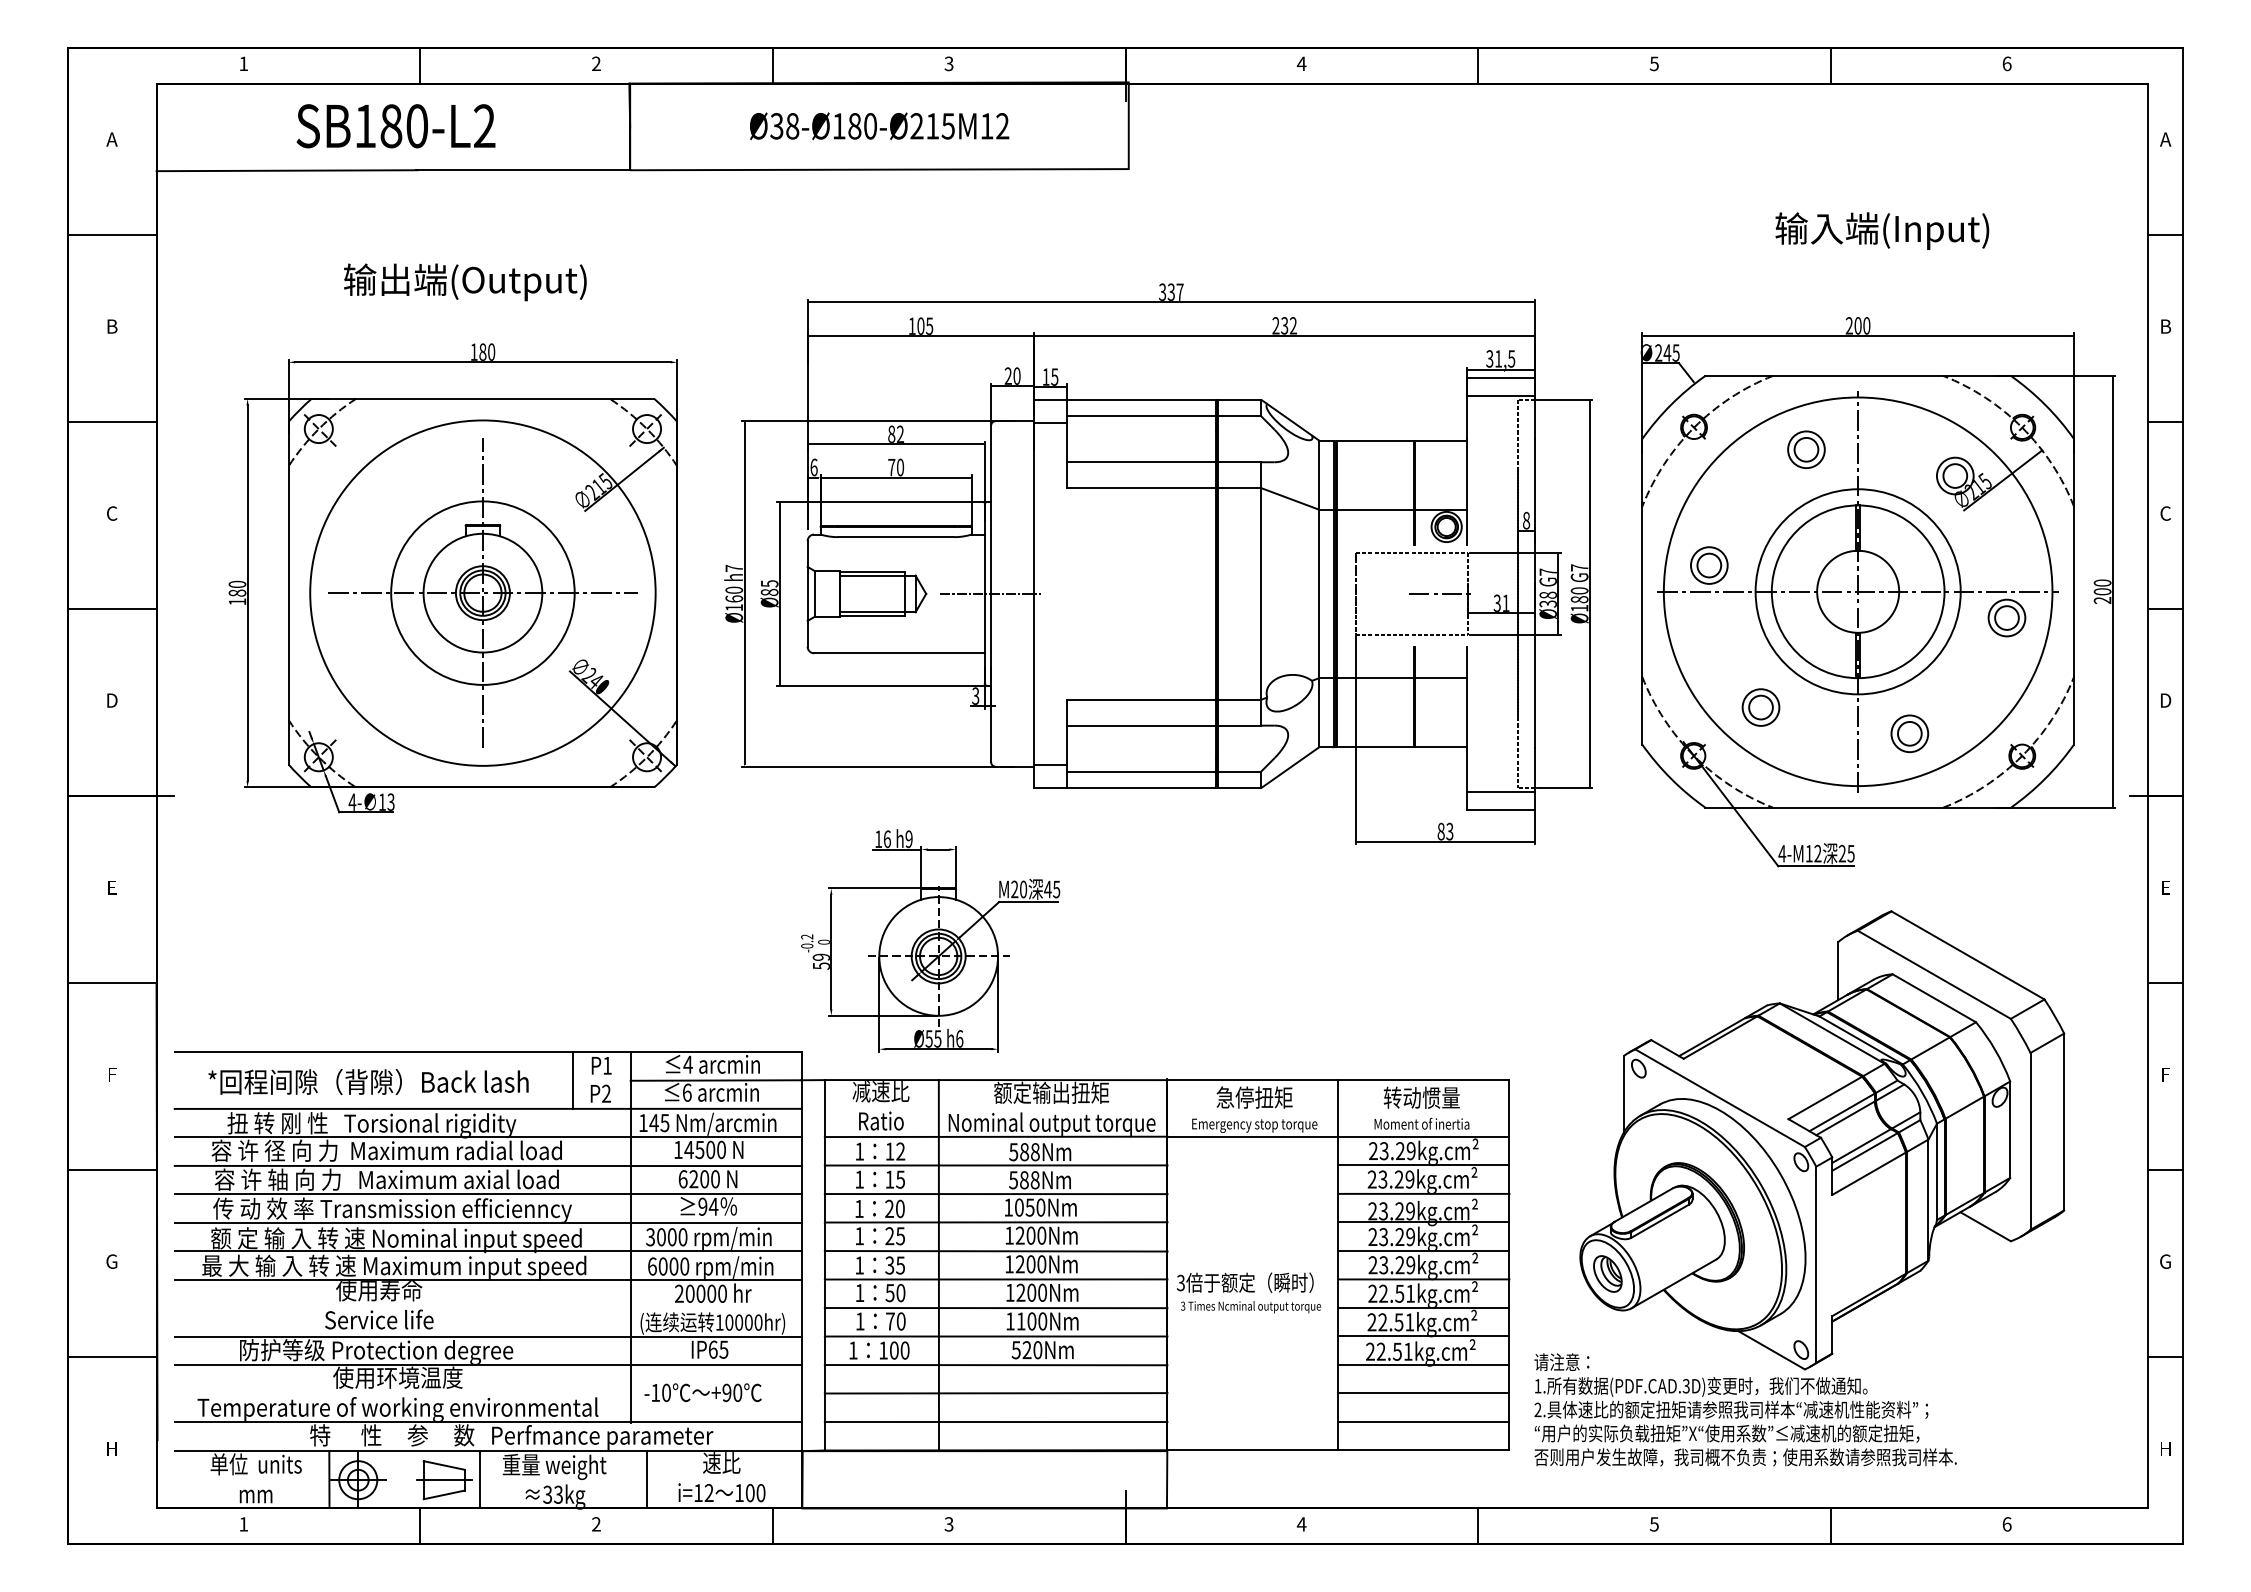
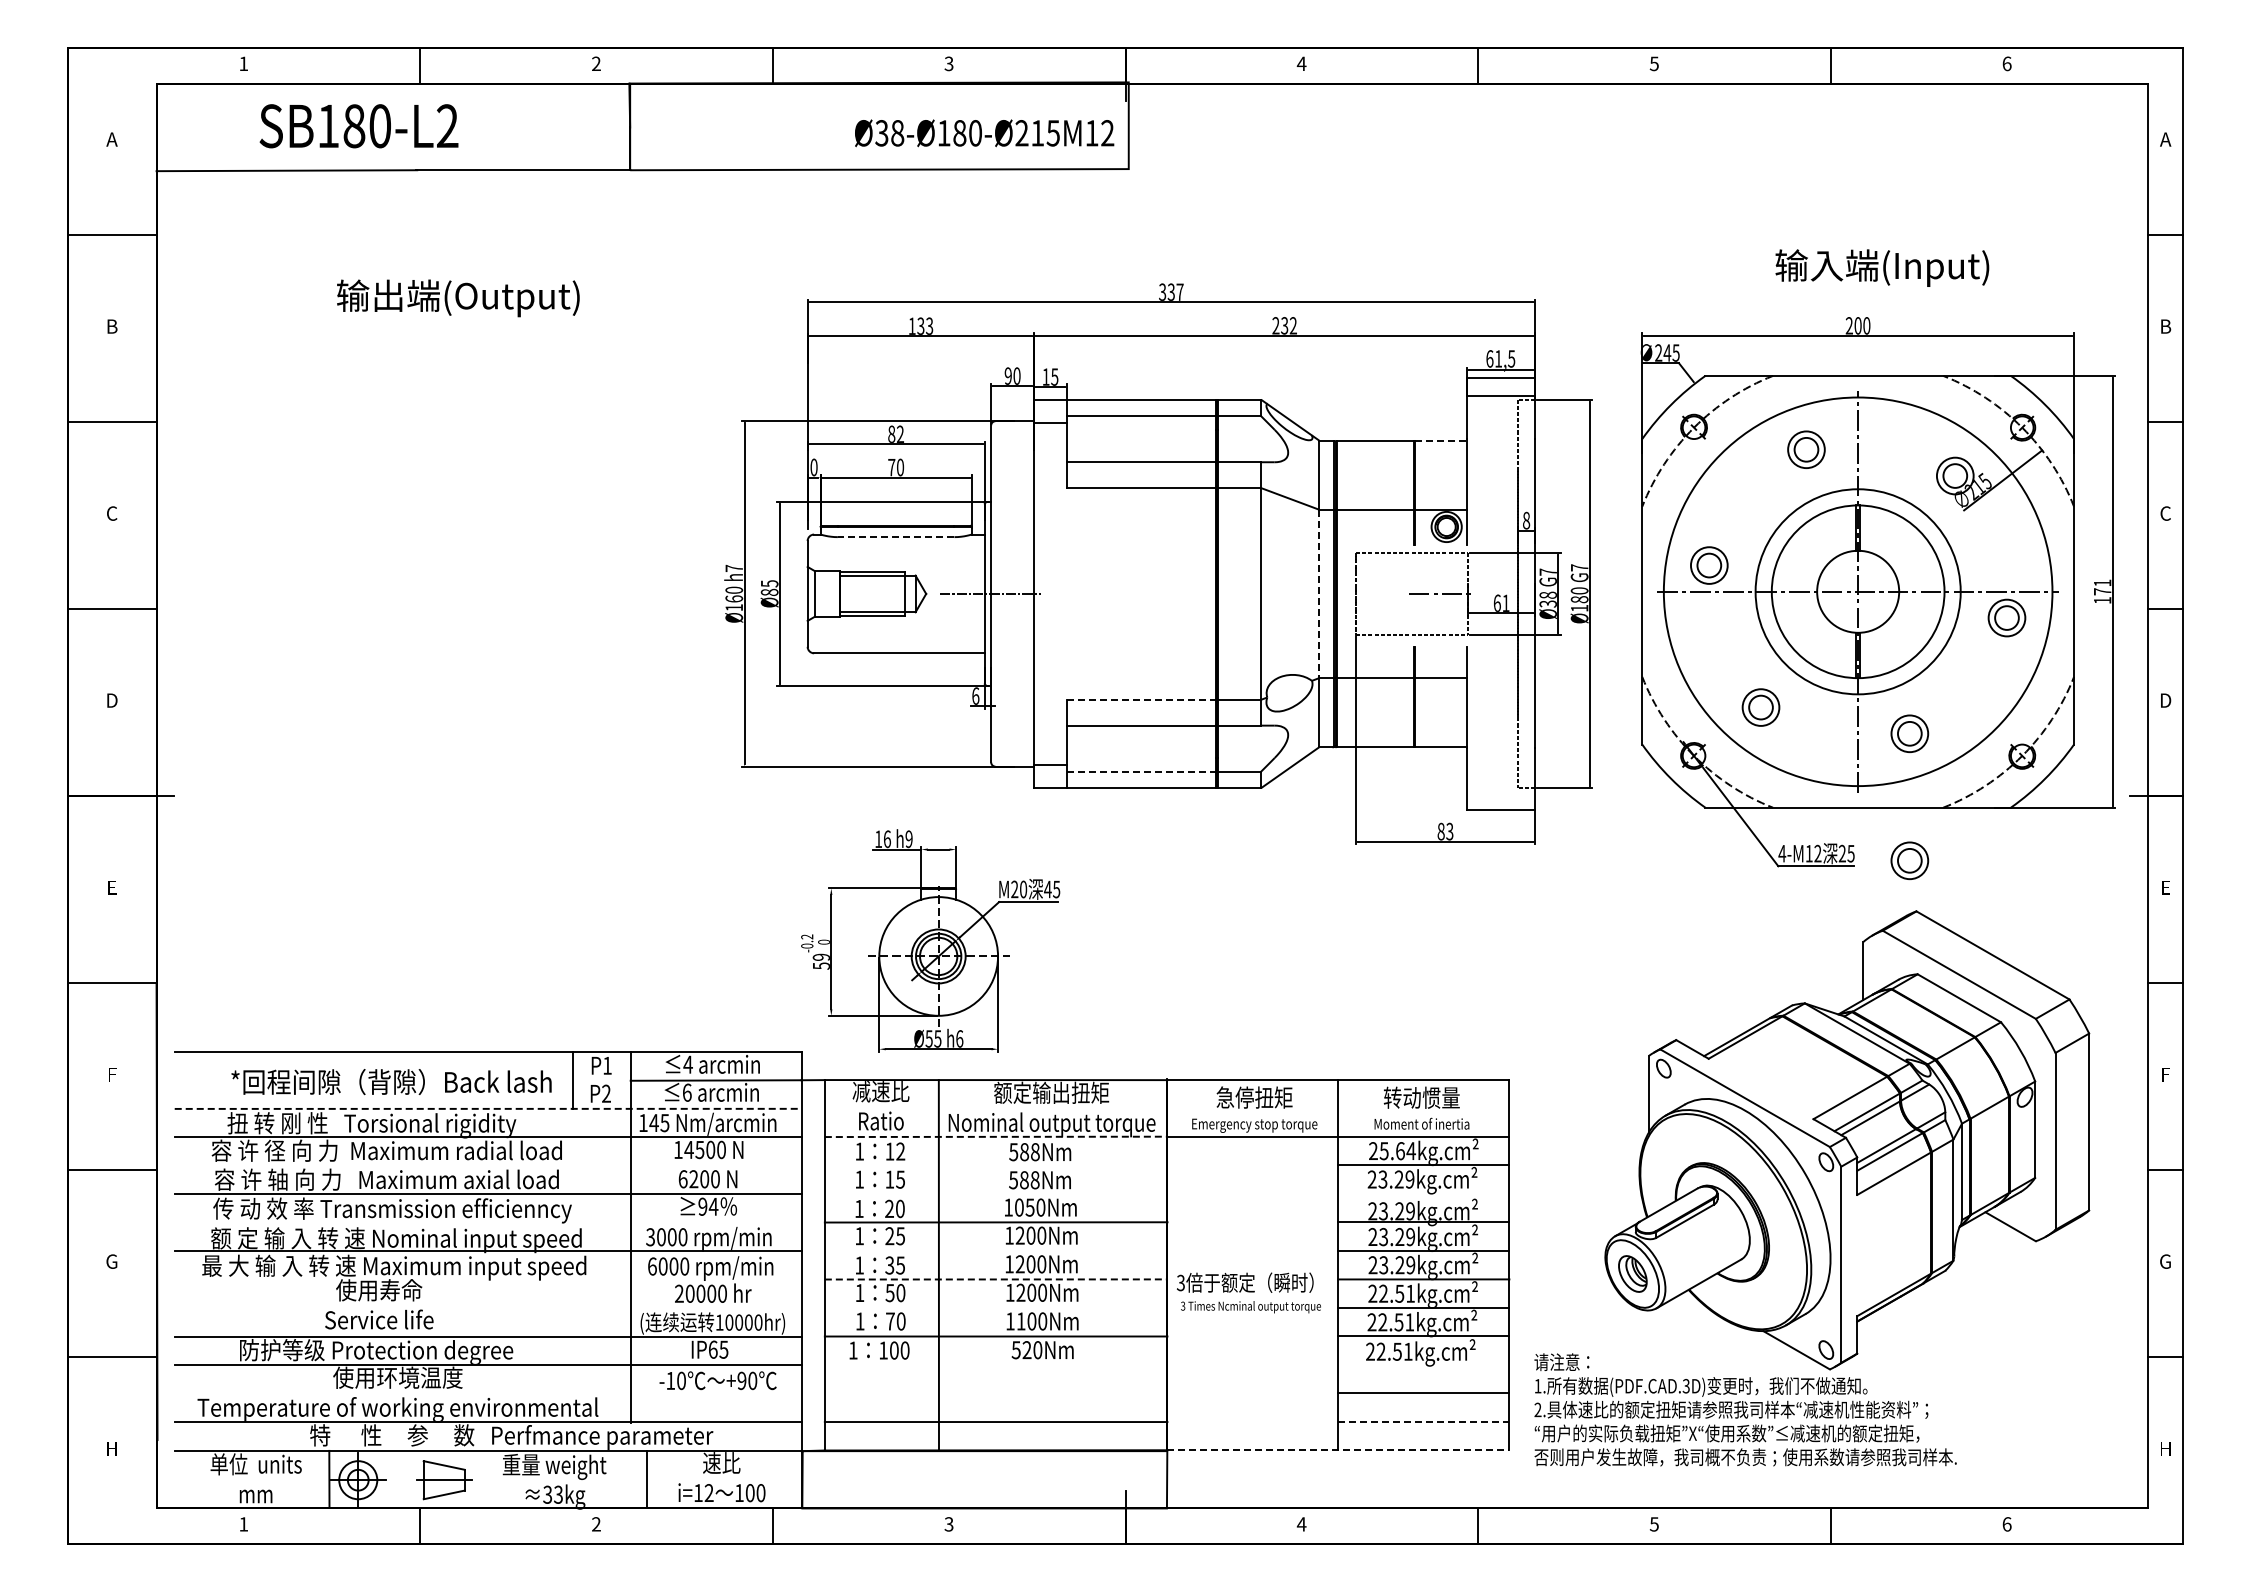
text at (395, 126) position: (395, 126) -> (358, 126)
text at (879, 126) position: (879, 126) -> (984, 133)
text at (1882, 230) position: (1882, 230) -> (1882, 267)
text at (465, 282) position: (465, 282) -> (458, 298)
text at (925, 325): 105 -> 133
text at (1489, 358): 31,5 -> 61,5
text at (1007, 376): 20 -> 90
line at (1441, 440): solid -> dashed
text at (813, 467): 6 -> 0
line at (895, 537): solid -> dashed
part at (452, 578): present -> none
text at (2102, 591): 200 -> 171
line at (1319, 594): solid -> dashed
text at (1496, 602): 31 -> 61
text at (975, 695): 3 -> 6
line at (1141, 699): solid -> dashed
line at (1141, 771): solid -> dashed
line at (1501, 791): present -> none
part at (1909, 860): none -> present
text at (368, 1082) position: (368, 1082) -> (391, 1082)
line at (488, 1108): solid -> dashed
line at (996, 1136): solid -> dashed
part at (1822, 1140) position: (1822, 1140) -> (1847, 1140)
text at (1397, 1151): 23.29kg.cm -> 25.64kg.cm
line at (487, 1165): present -> none
line at (995, 1165): present -> none
line at (1423, 1193): present -> none
line at (995, 1194): present -> none
line at (487, 1222): present -> none
line at (995, 1251): present -> none
line at (487, 1279): present -> none
line at (996, 1279): solid -> dashed
line at (995, 1308): present -> none
line at (1423, 1364): present -> none
line at (995, 1365): present -> none
text at (702, 1392) position: (702, 1392) -> (717, 1380)
line at (995, 1393): present -> none
line at (1424, 1421): solid -> dashed
line at (1338, 1450): solid -> dashed
line at (479, 1478): present -> none
